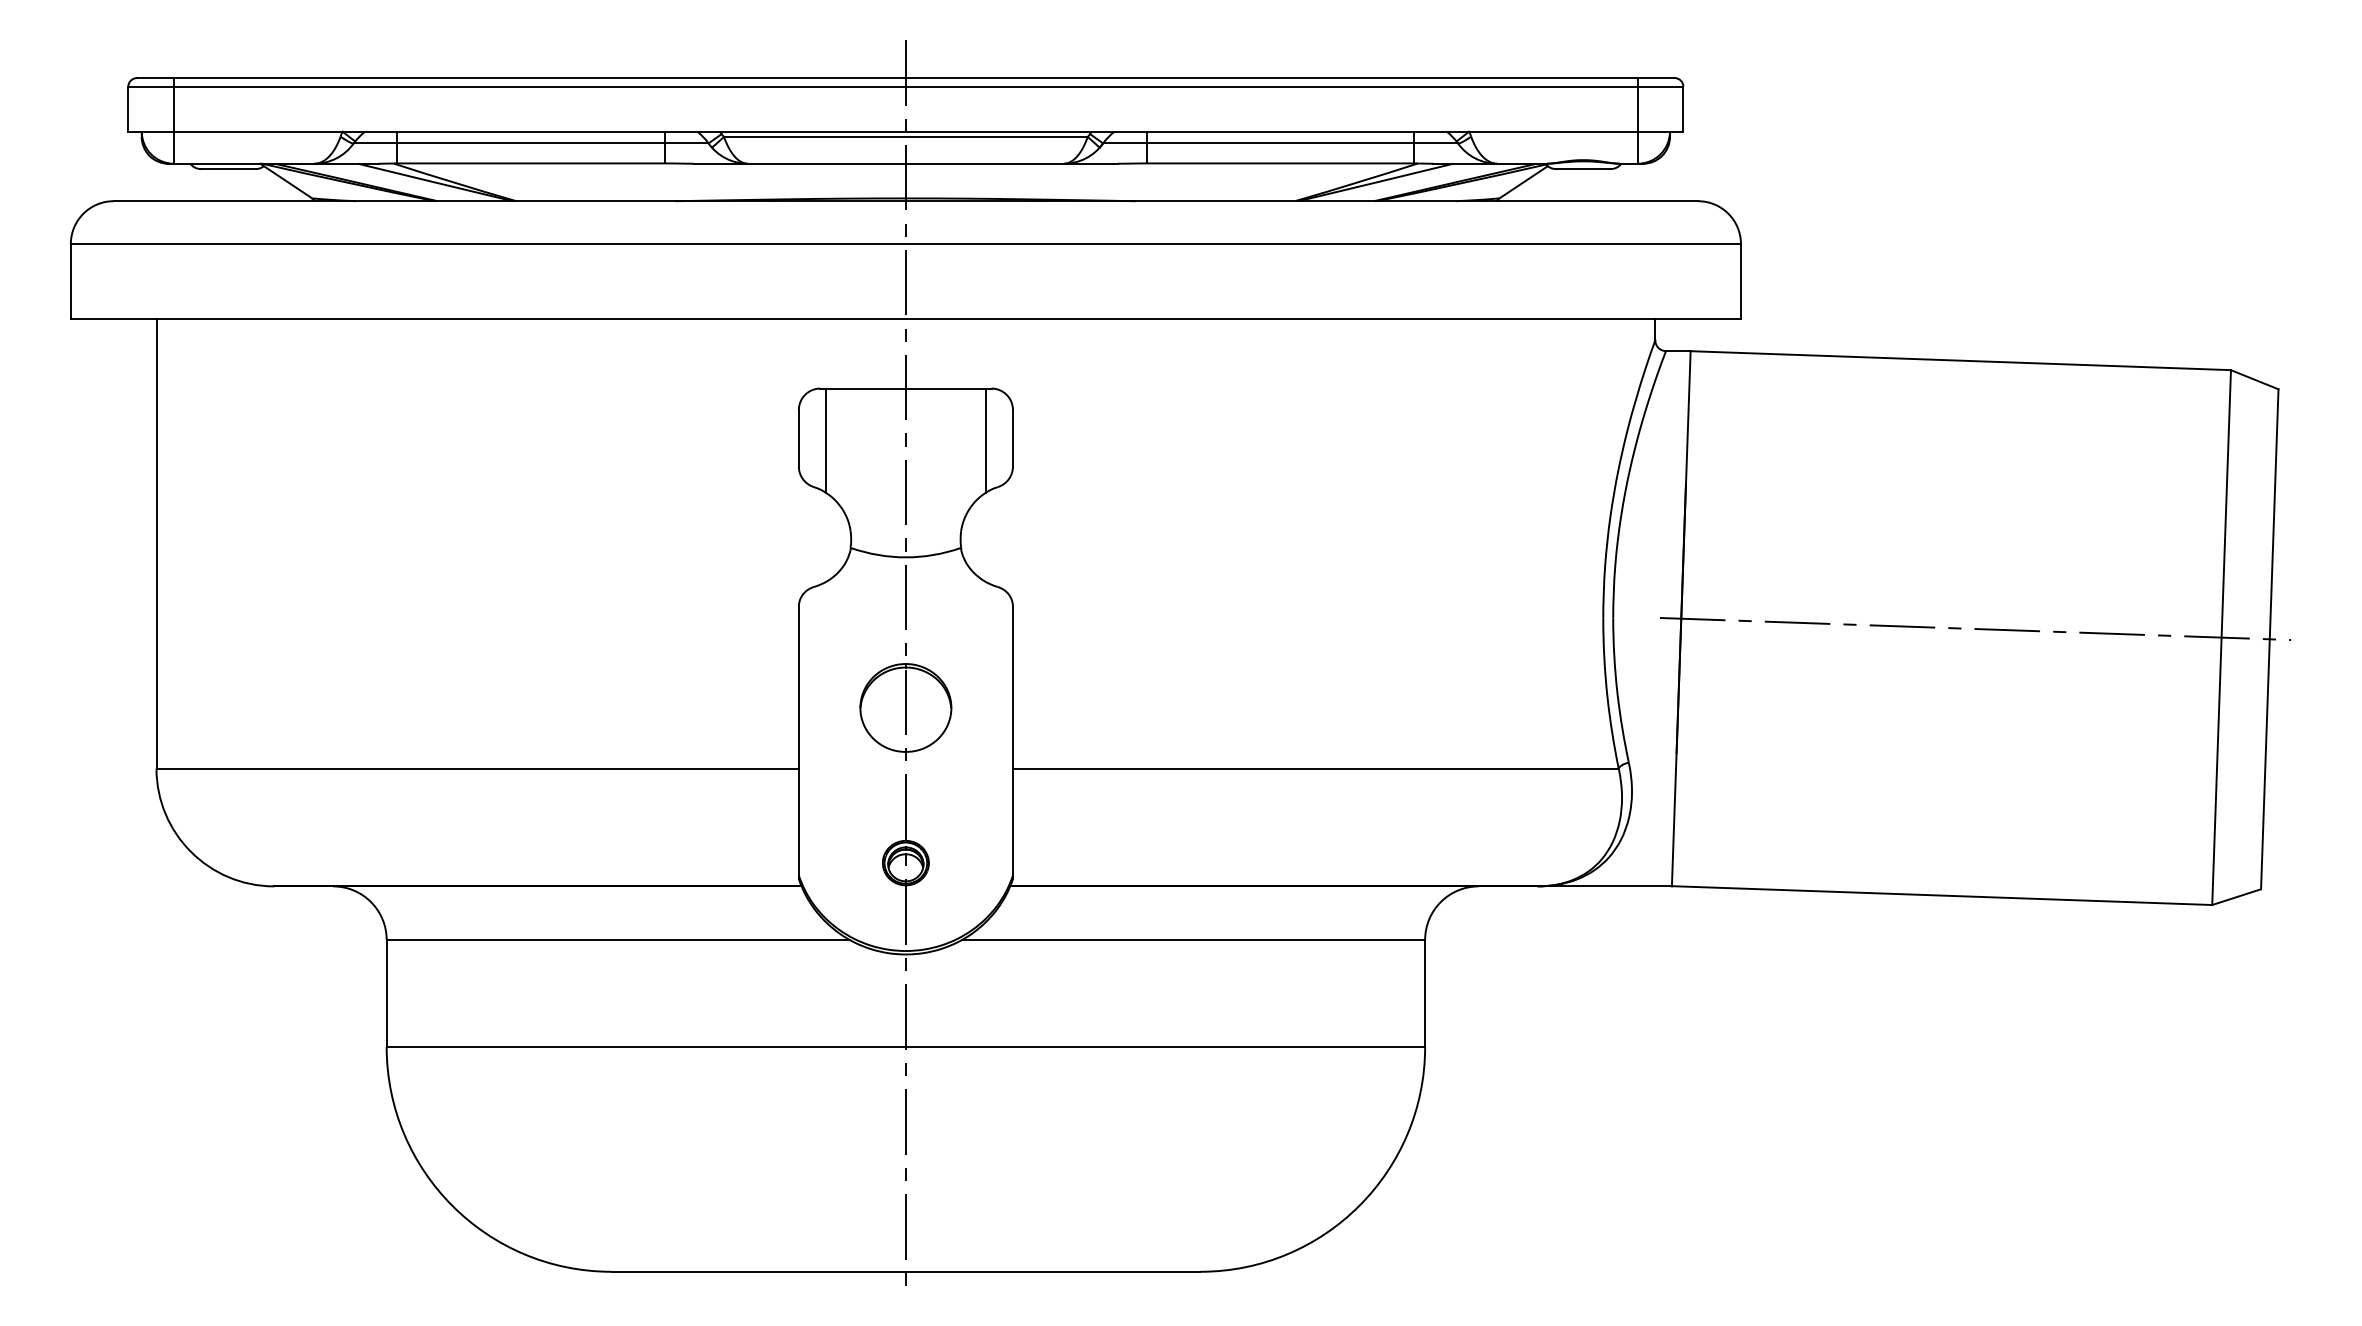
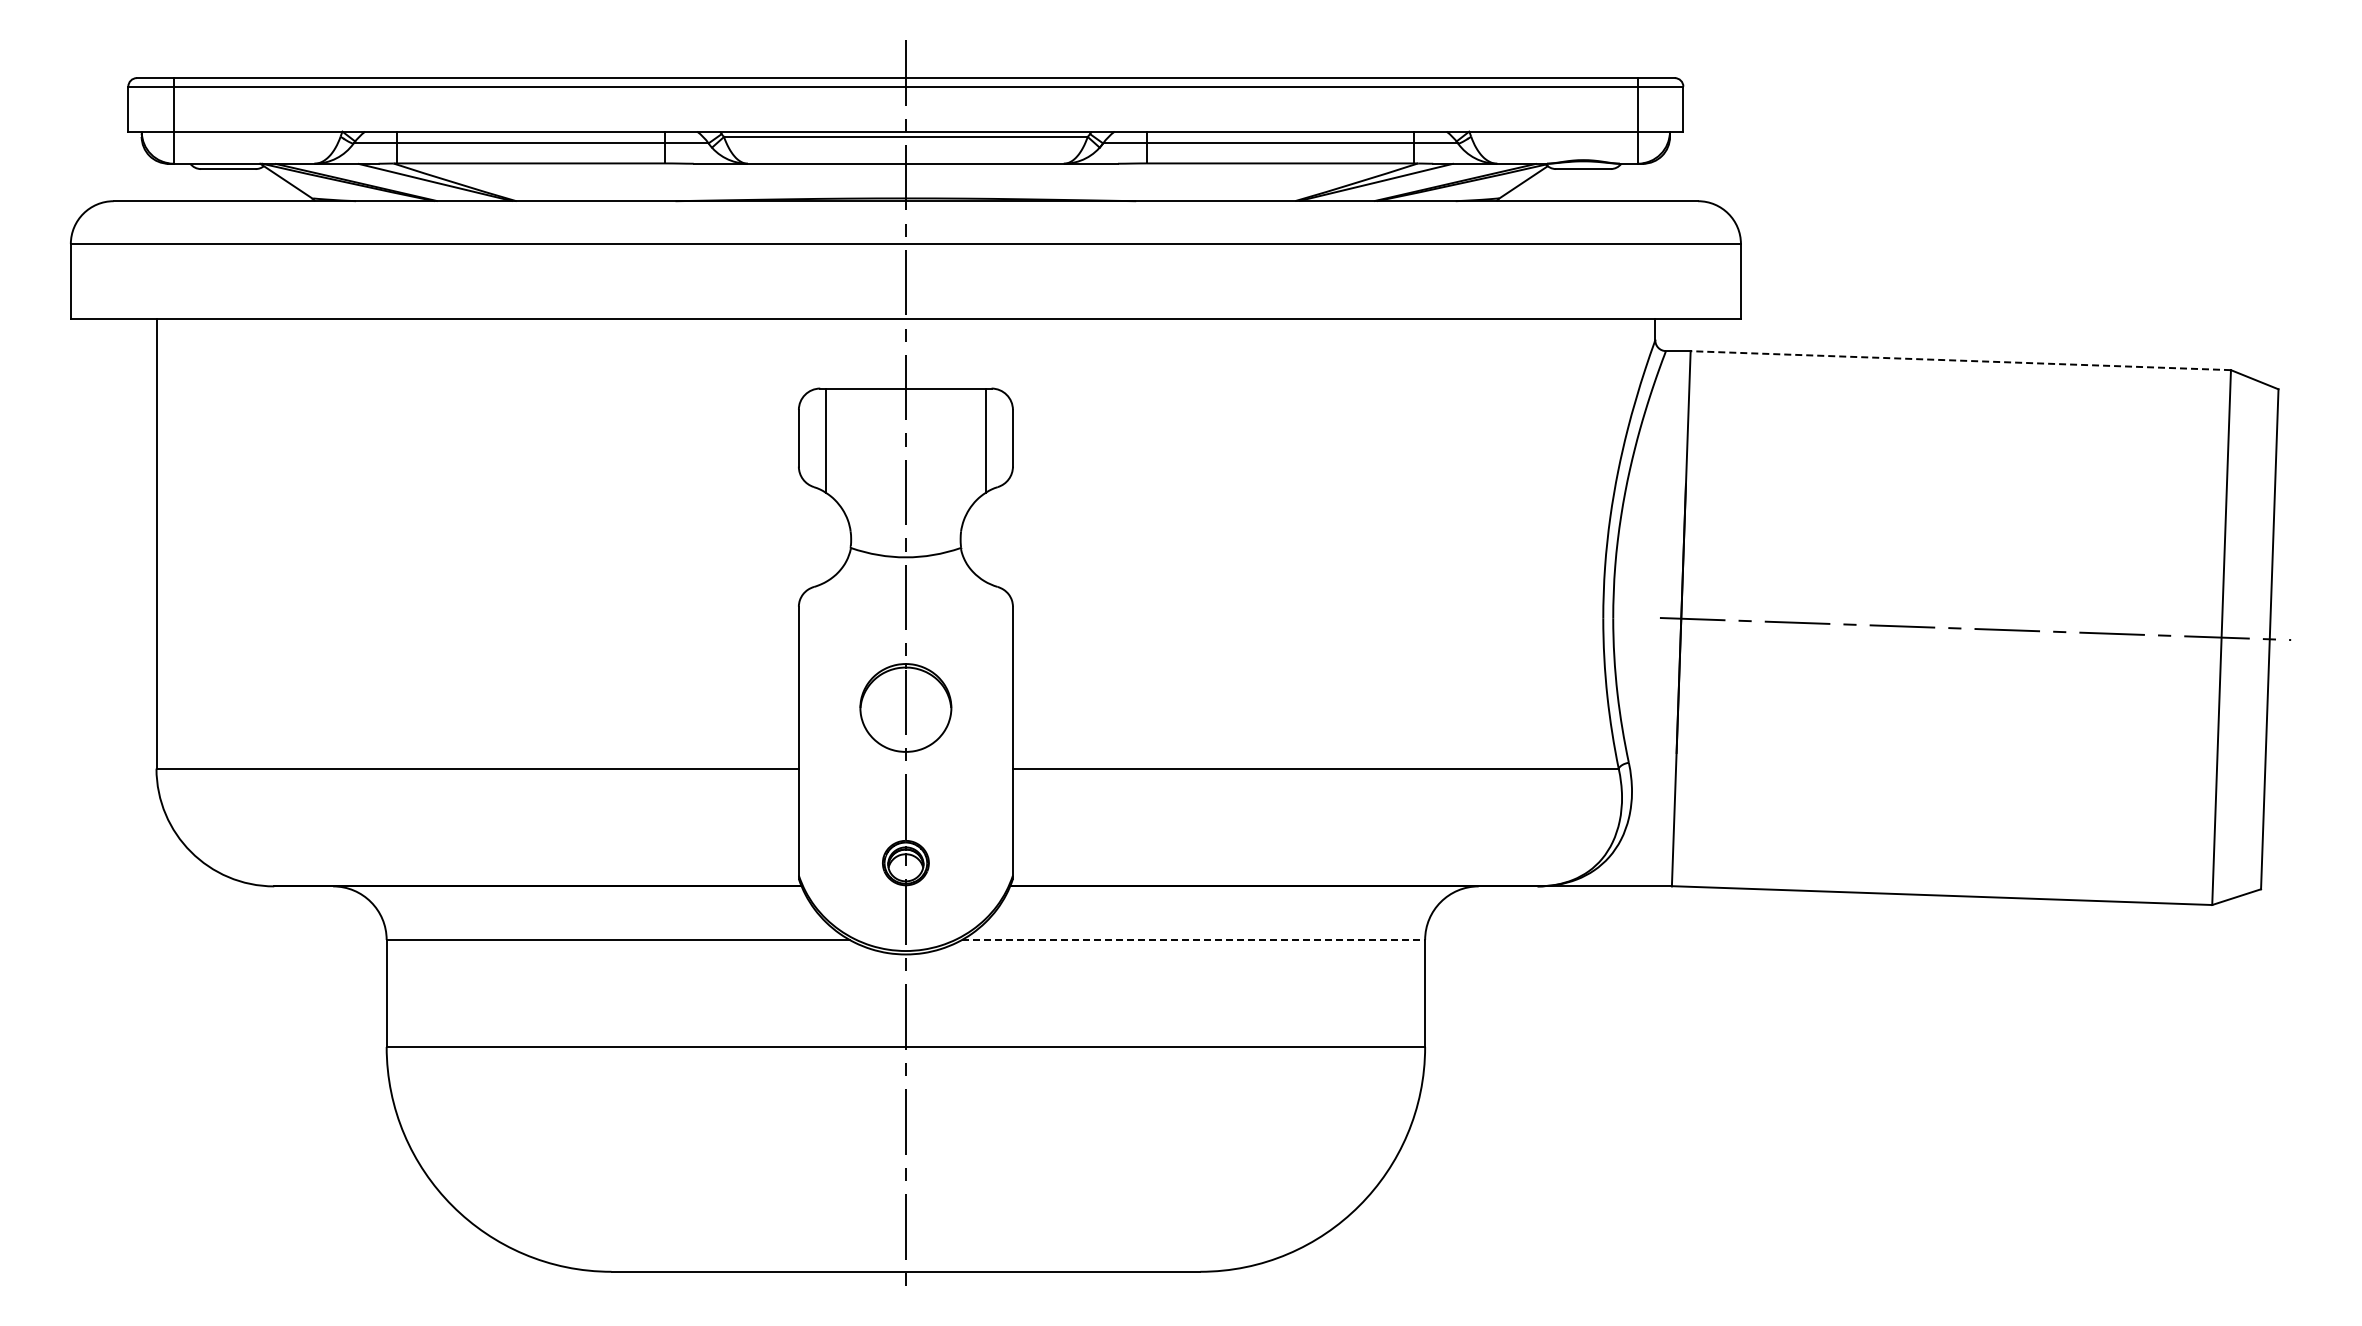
line at (1960, 360): solid -> dashed
line at (1193, 939): solid -> dashed
